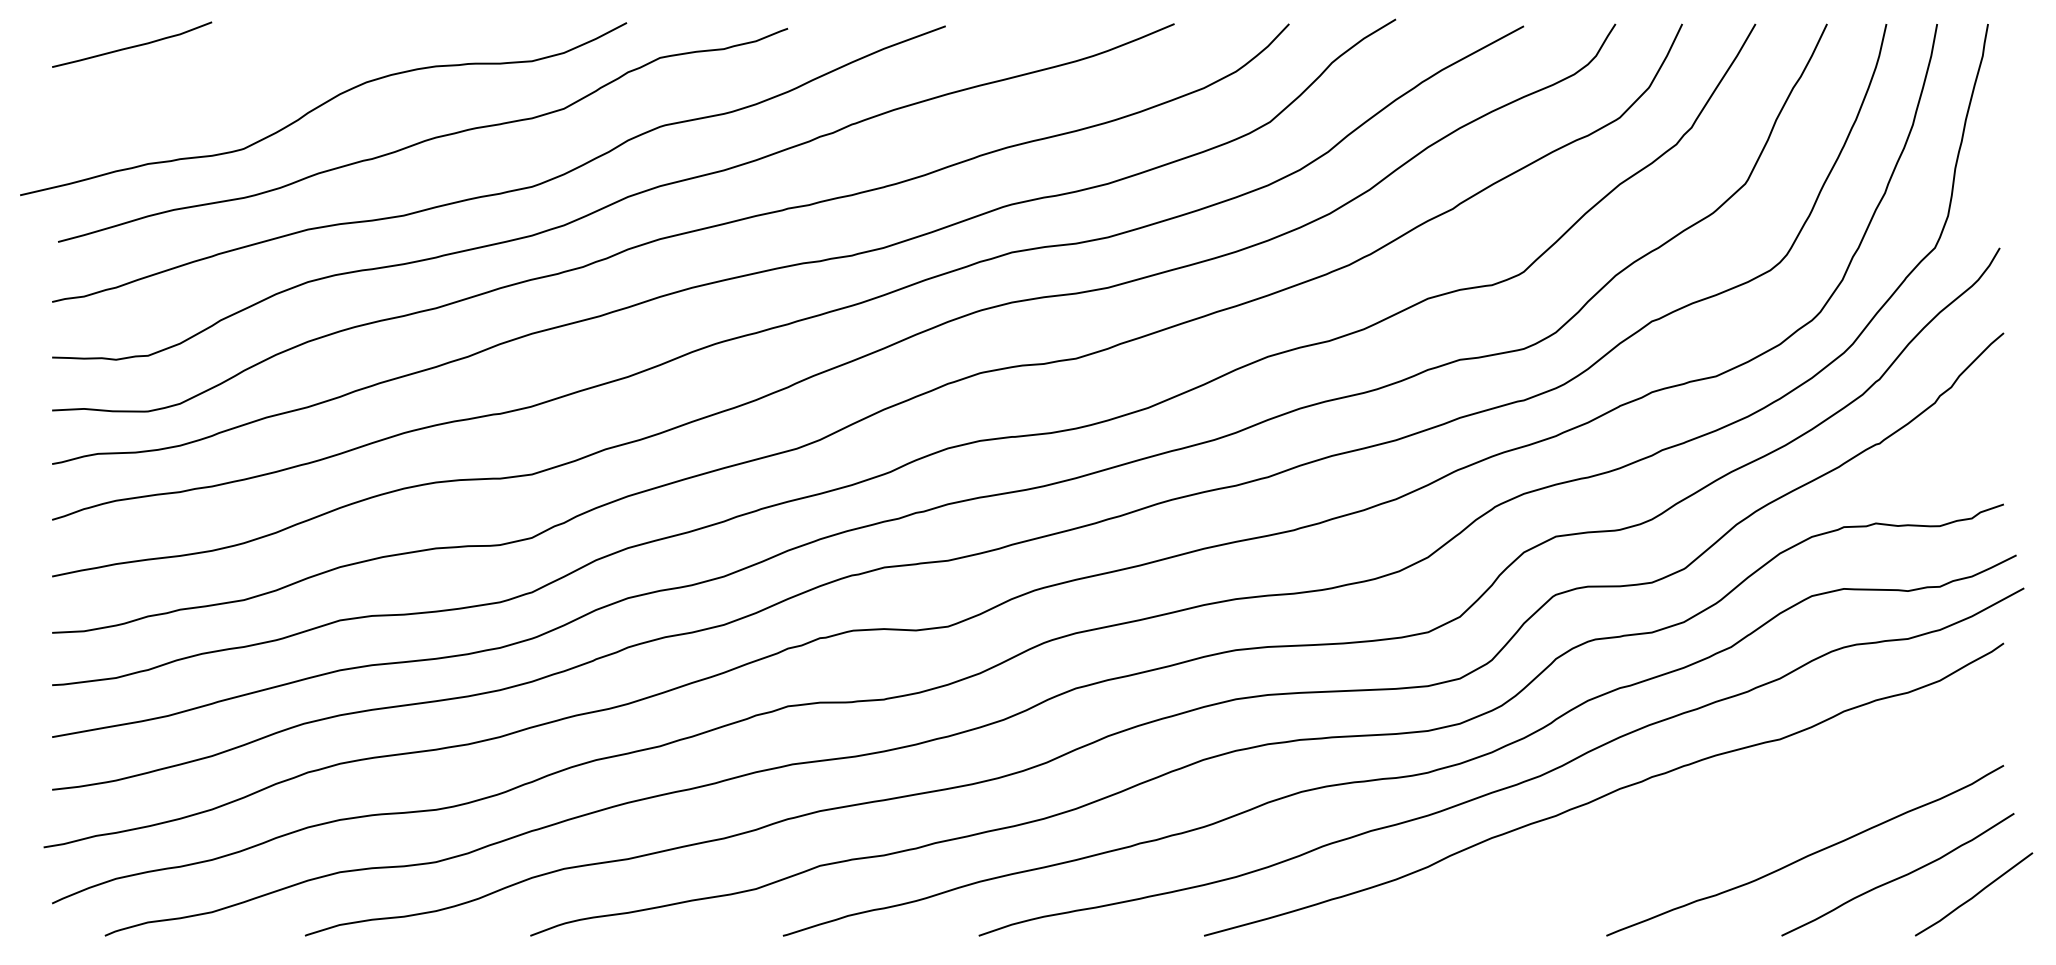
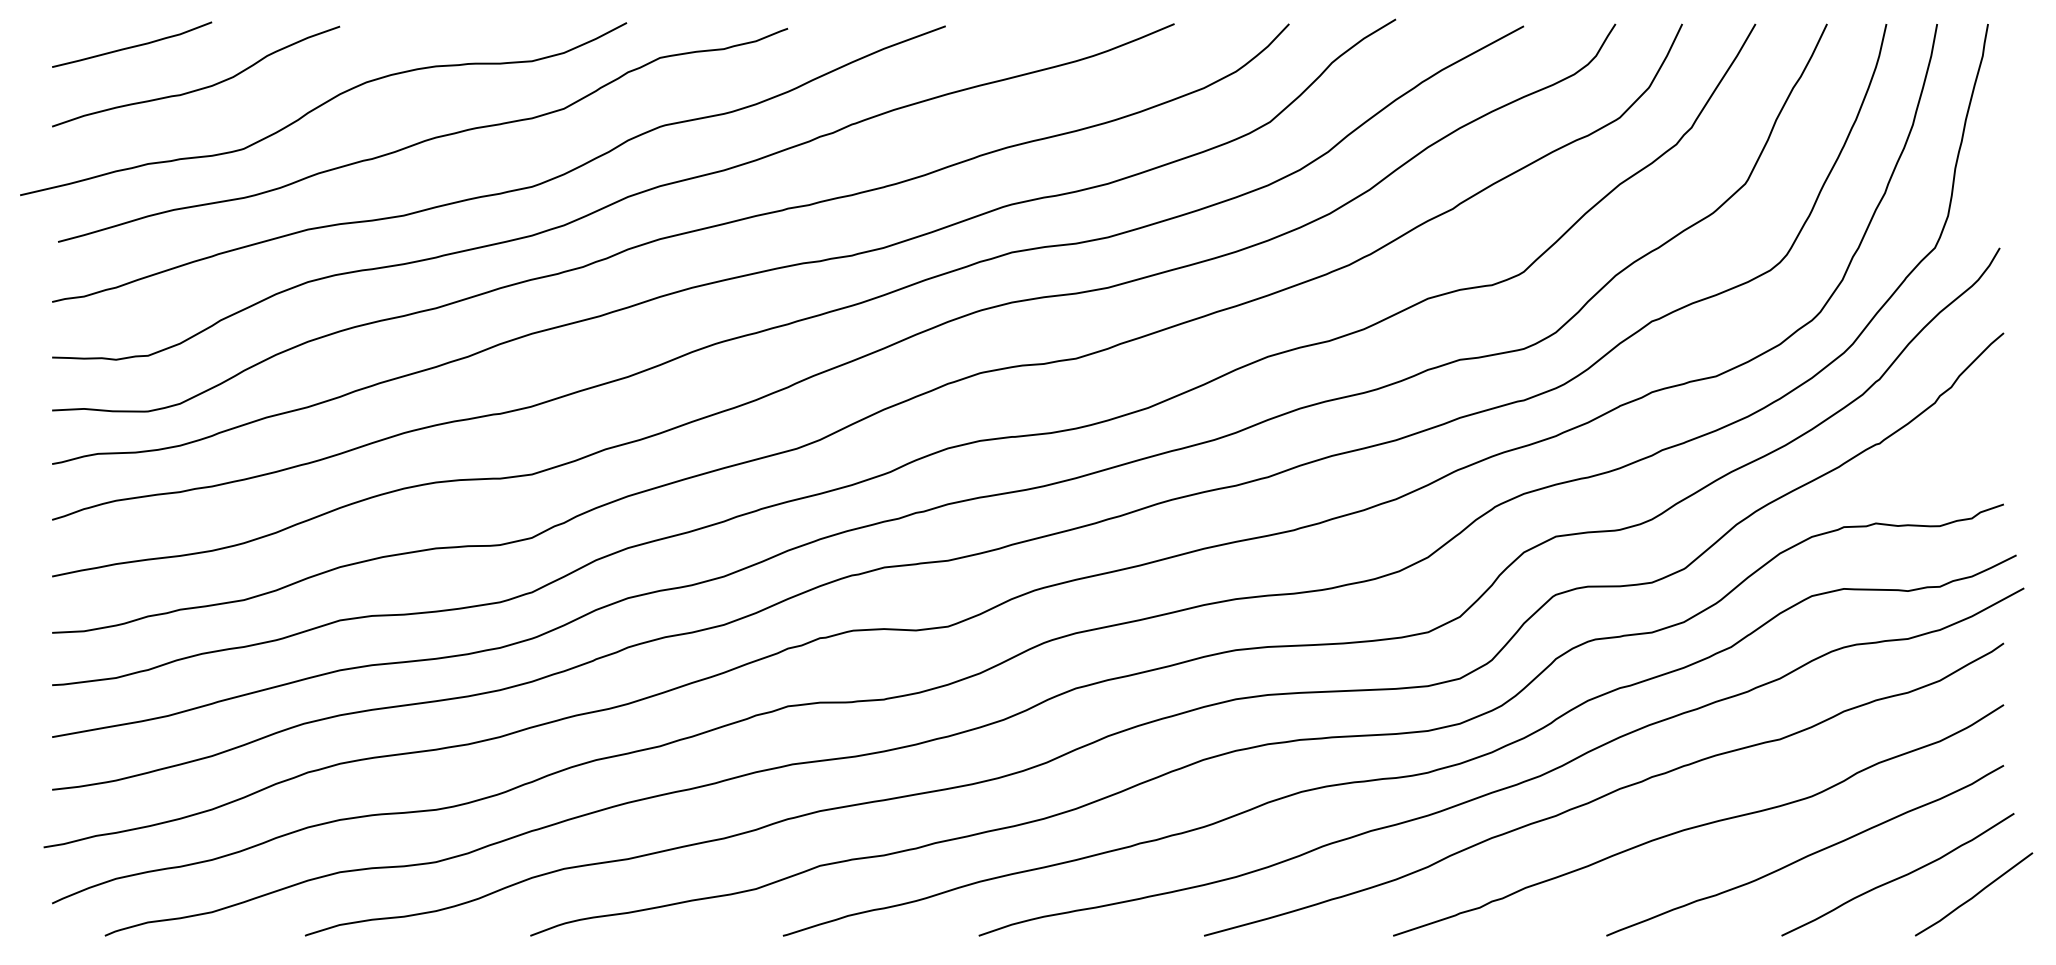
curve at (198, 88): none -> present
curve at (1700, 824): none -> present
